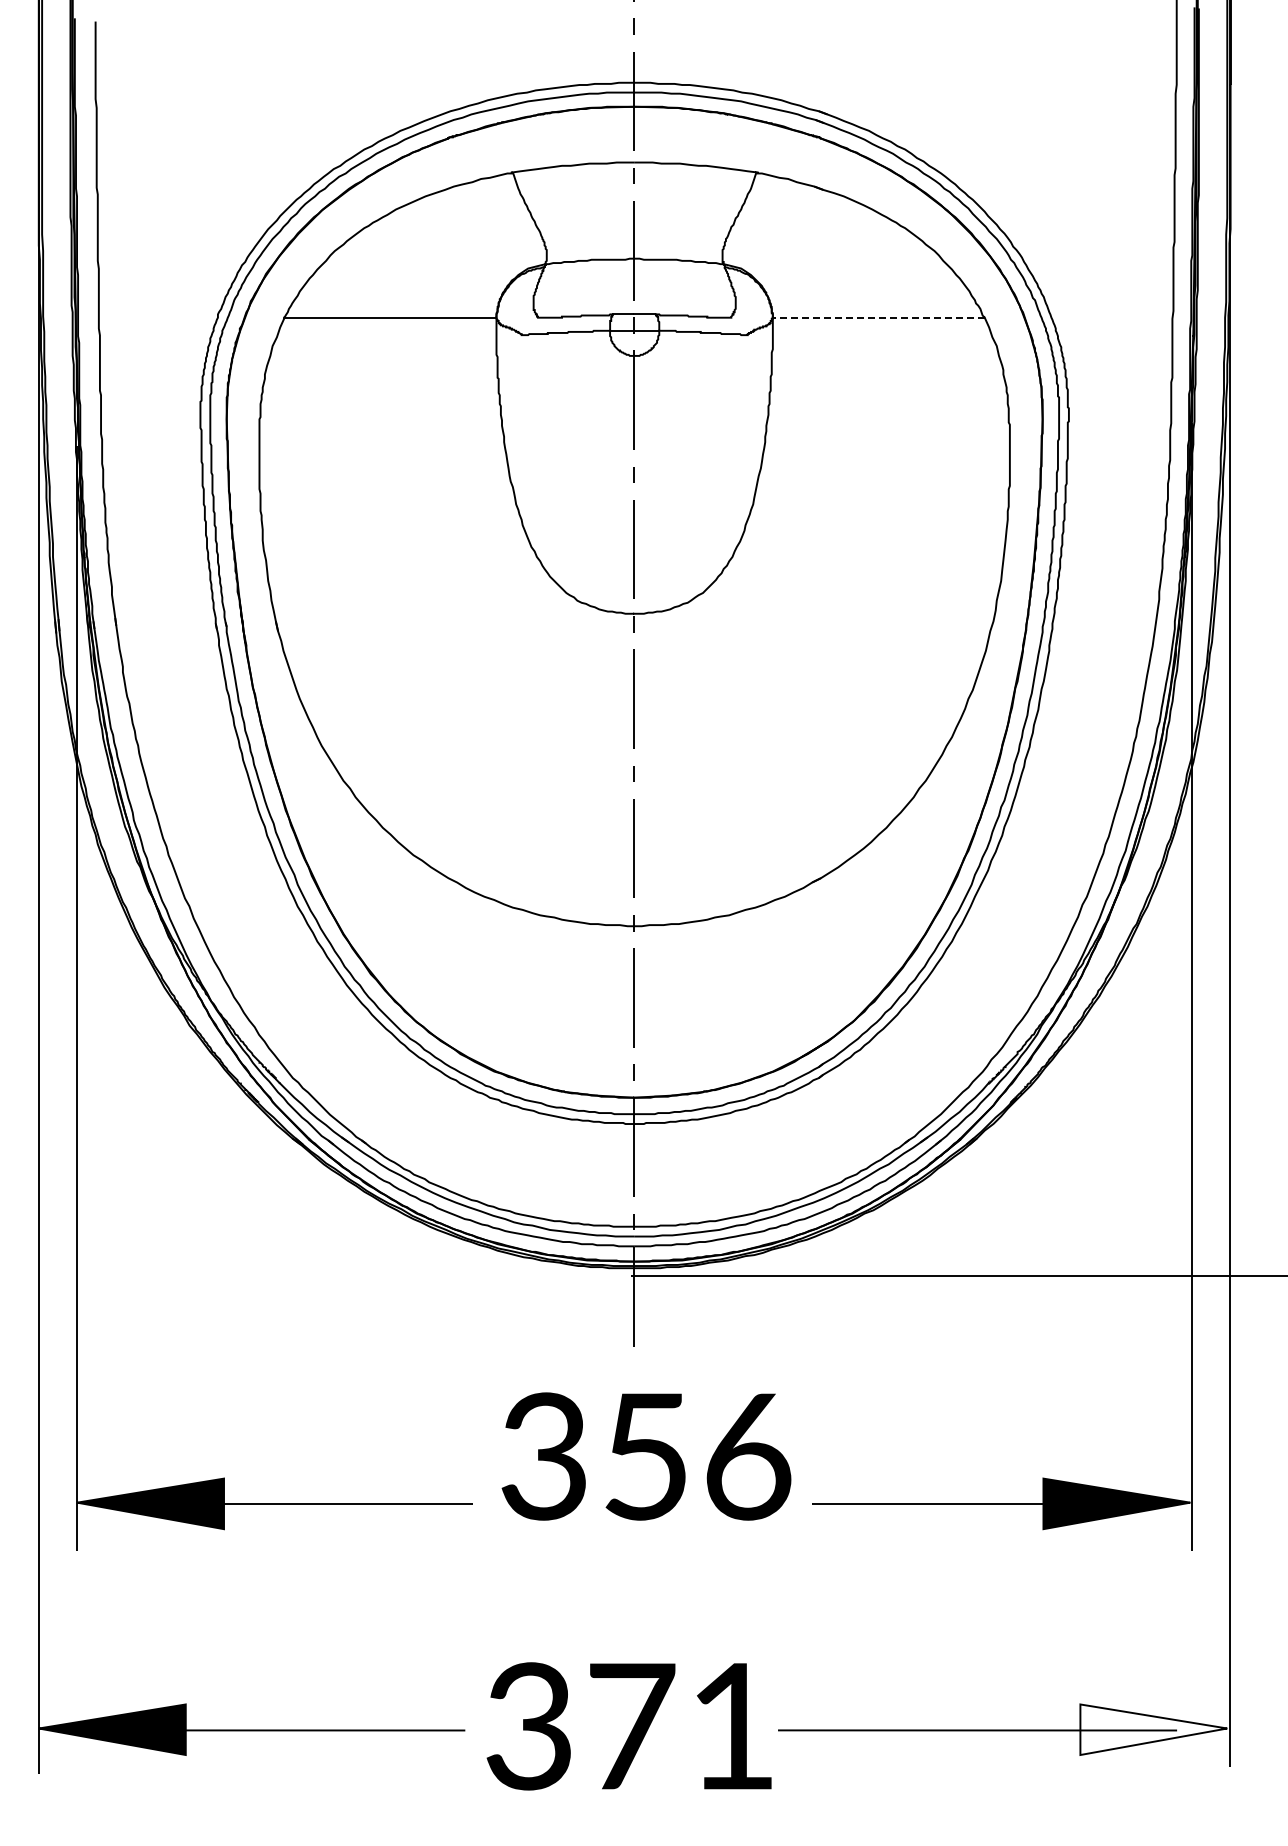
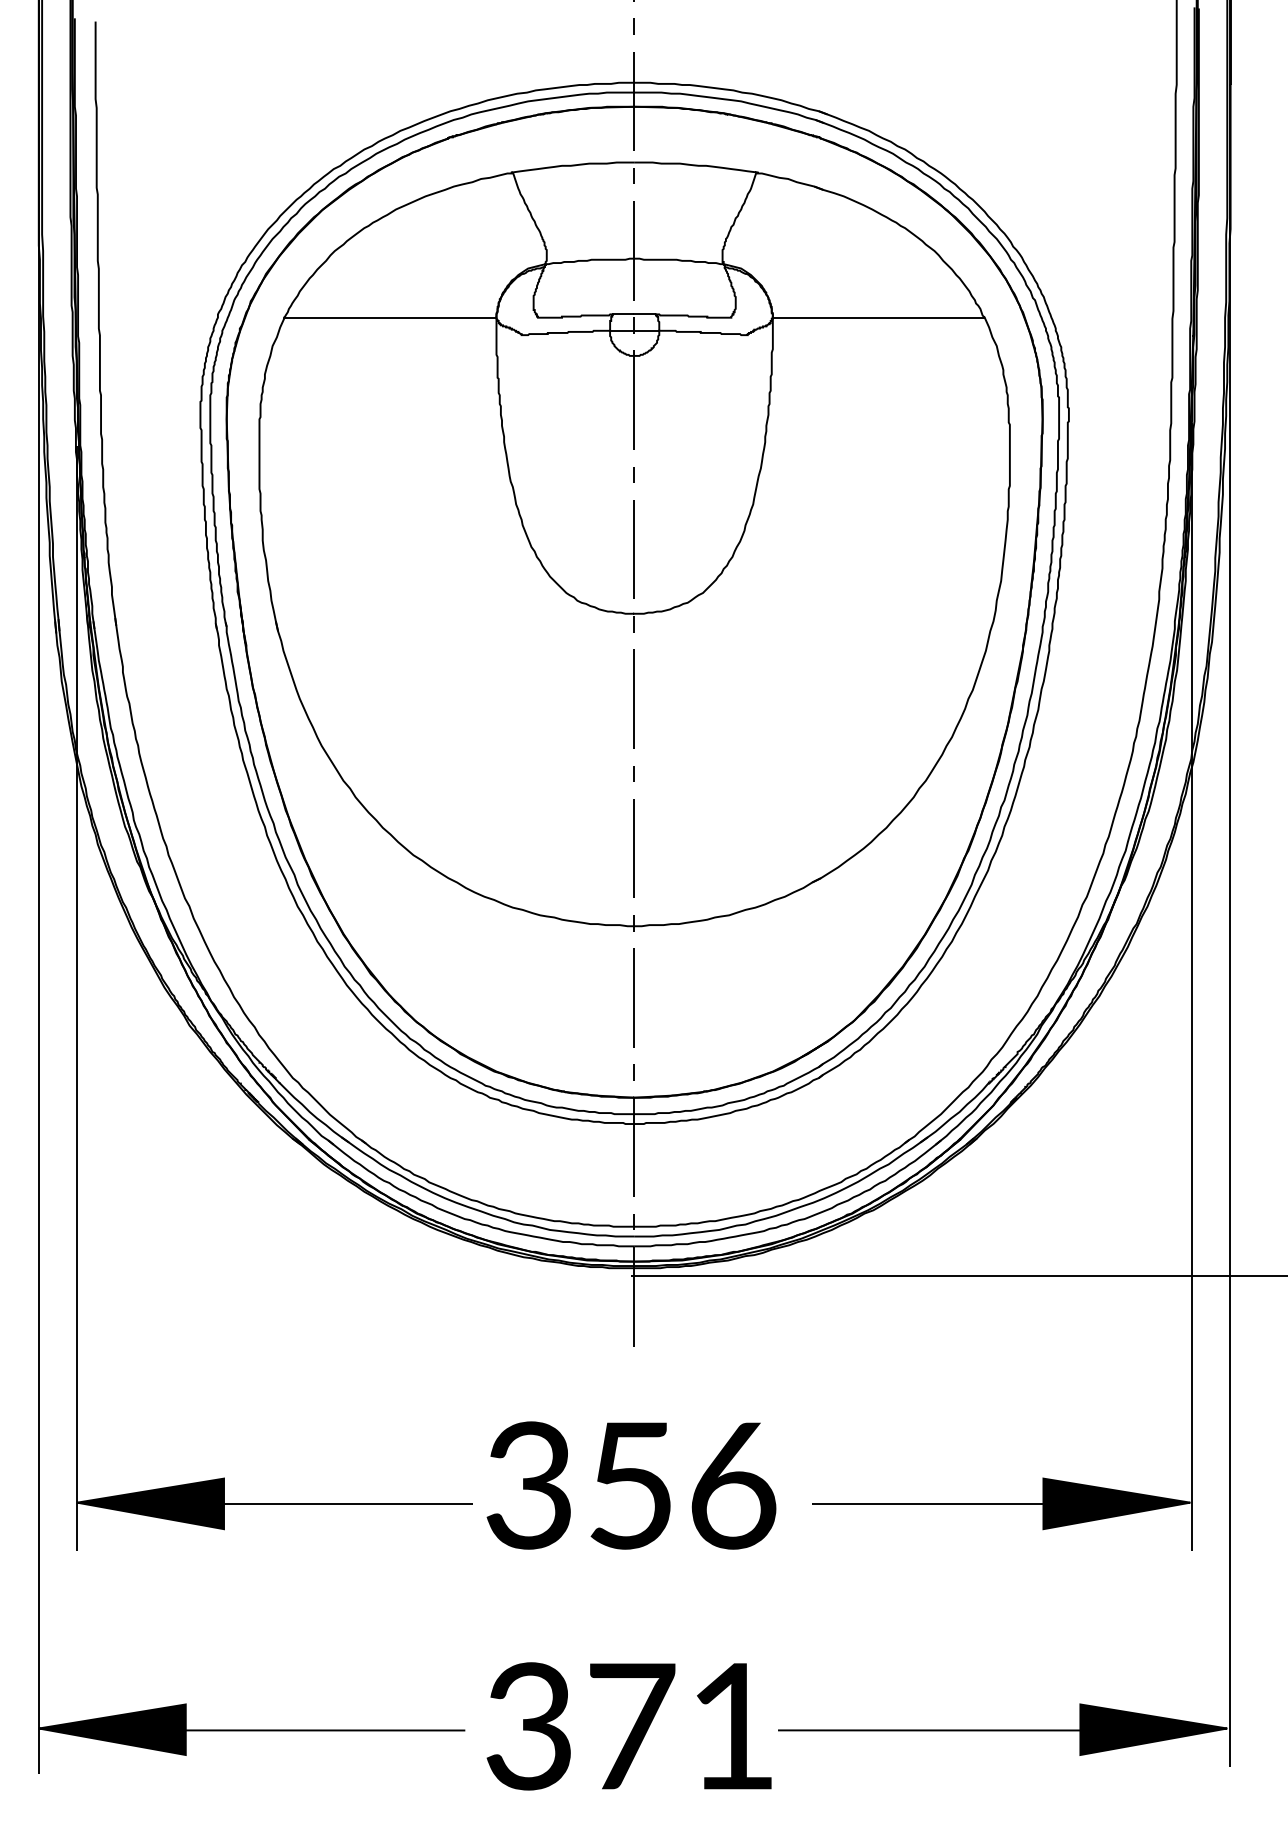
line at (876, 317): dashed -> solid
text at (646, 1456) position: (646, 1456) -> (631, 1485)
fill at (1153, 1729): none -> present
